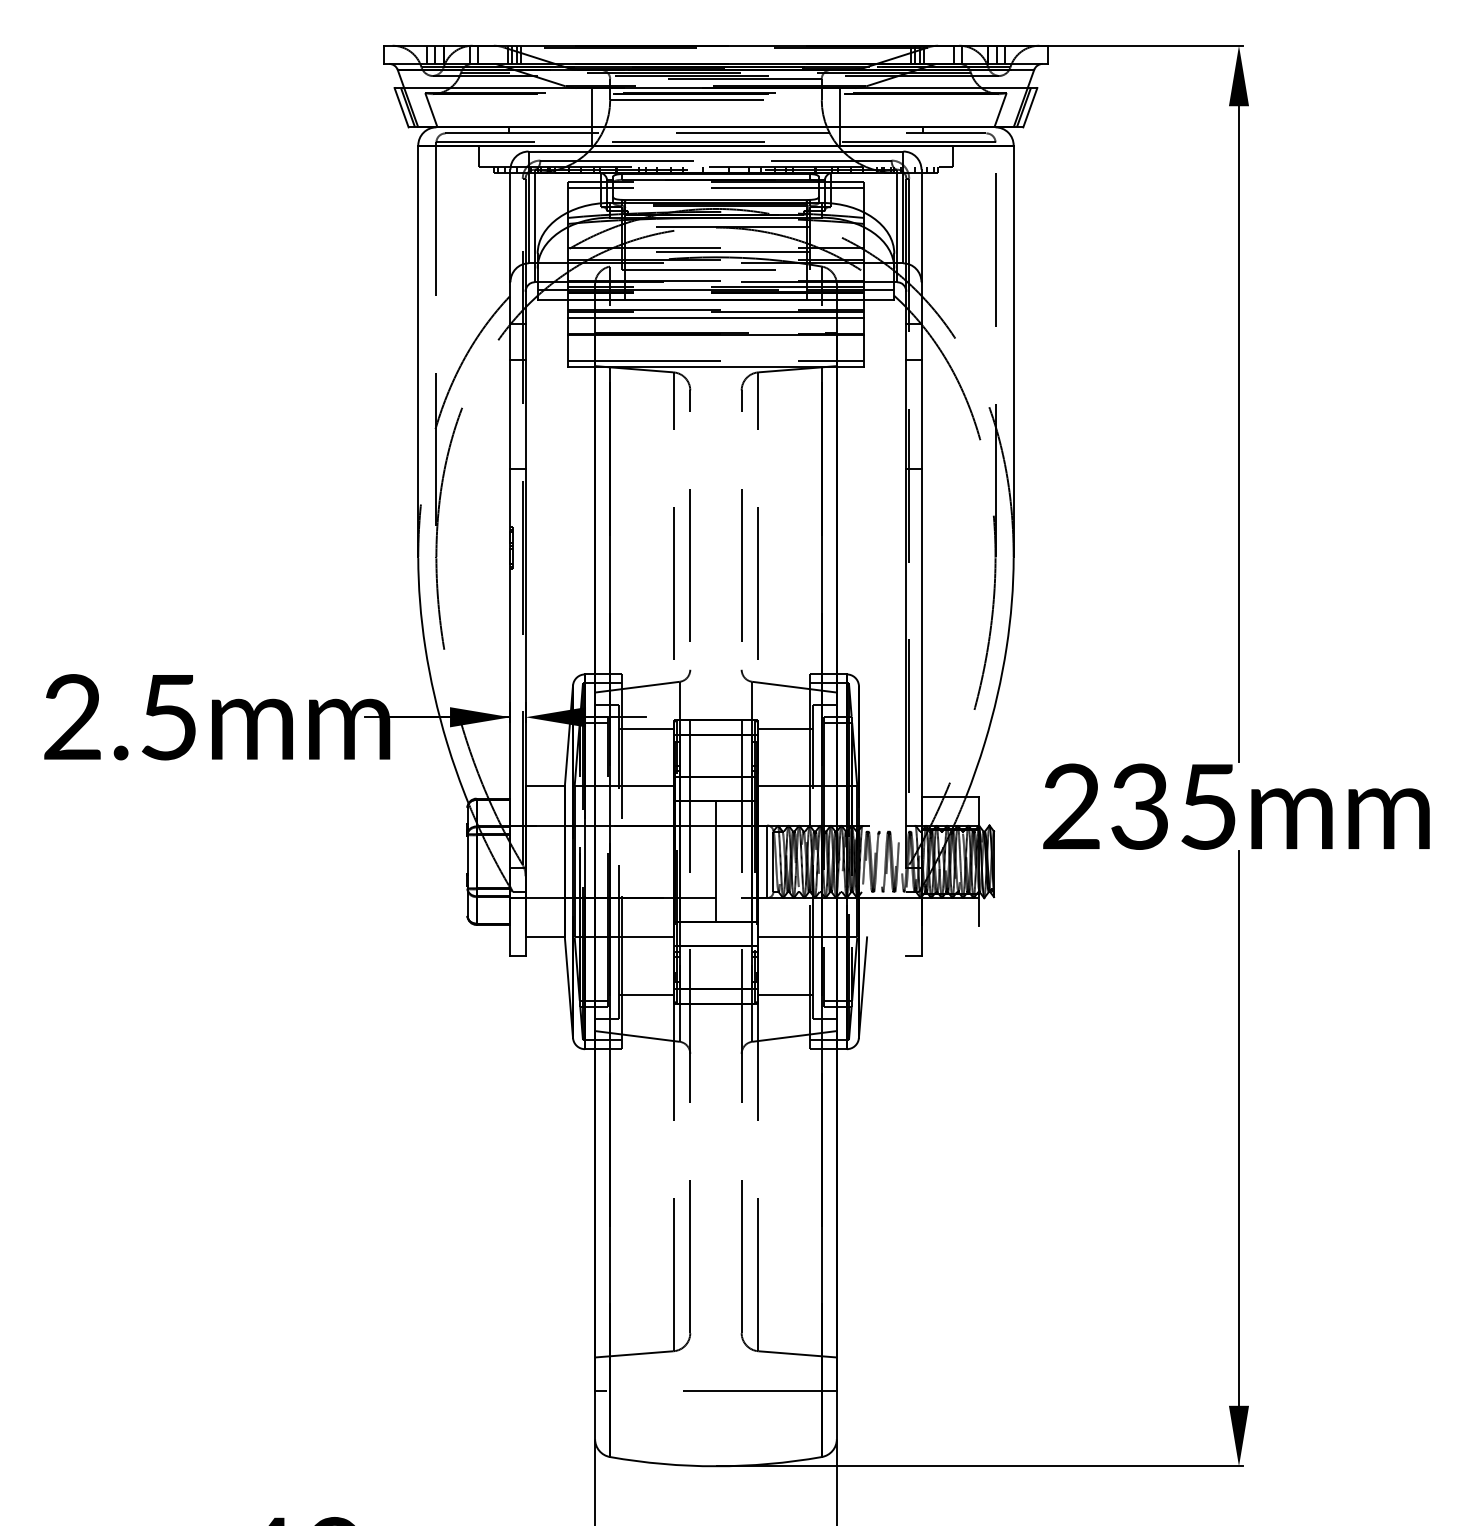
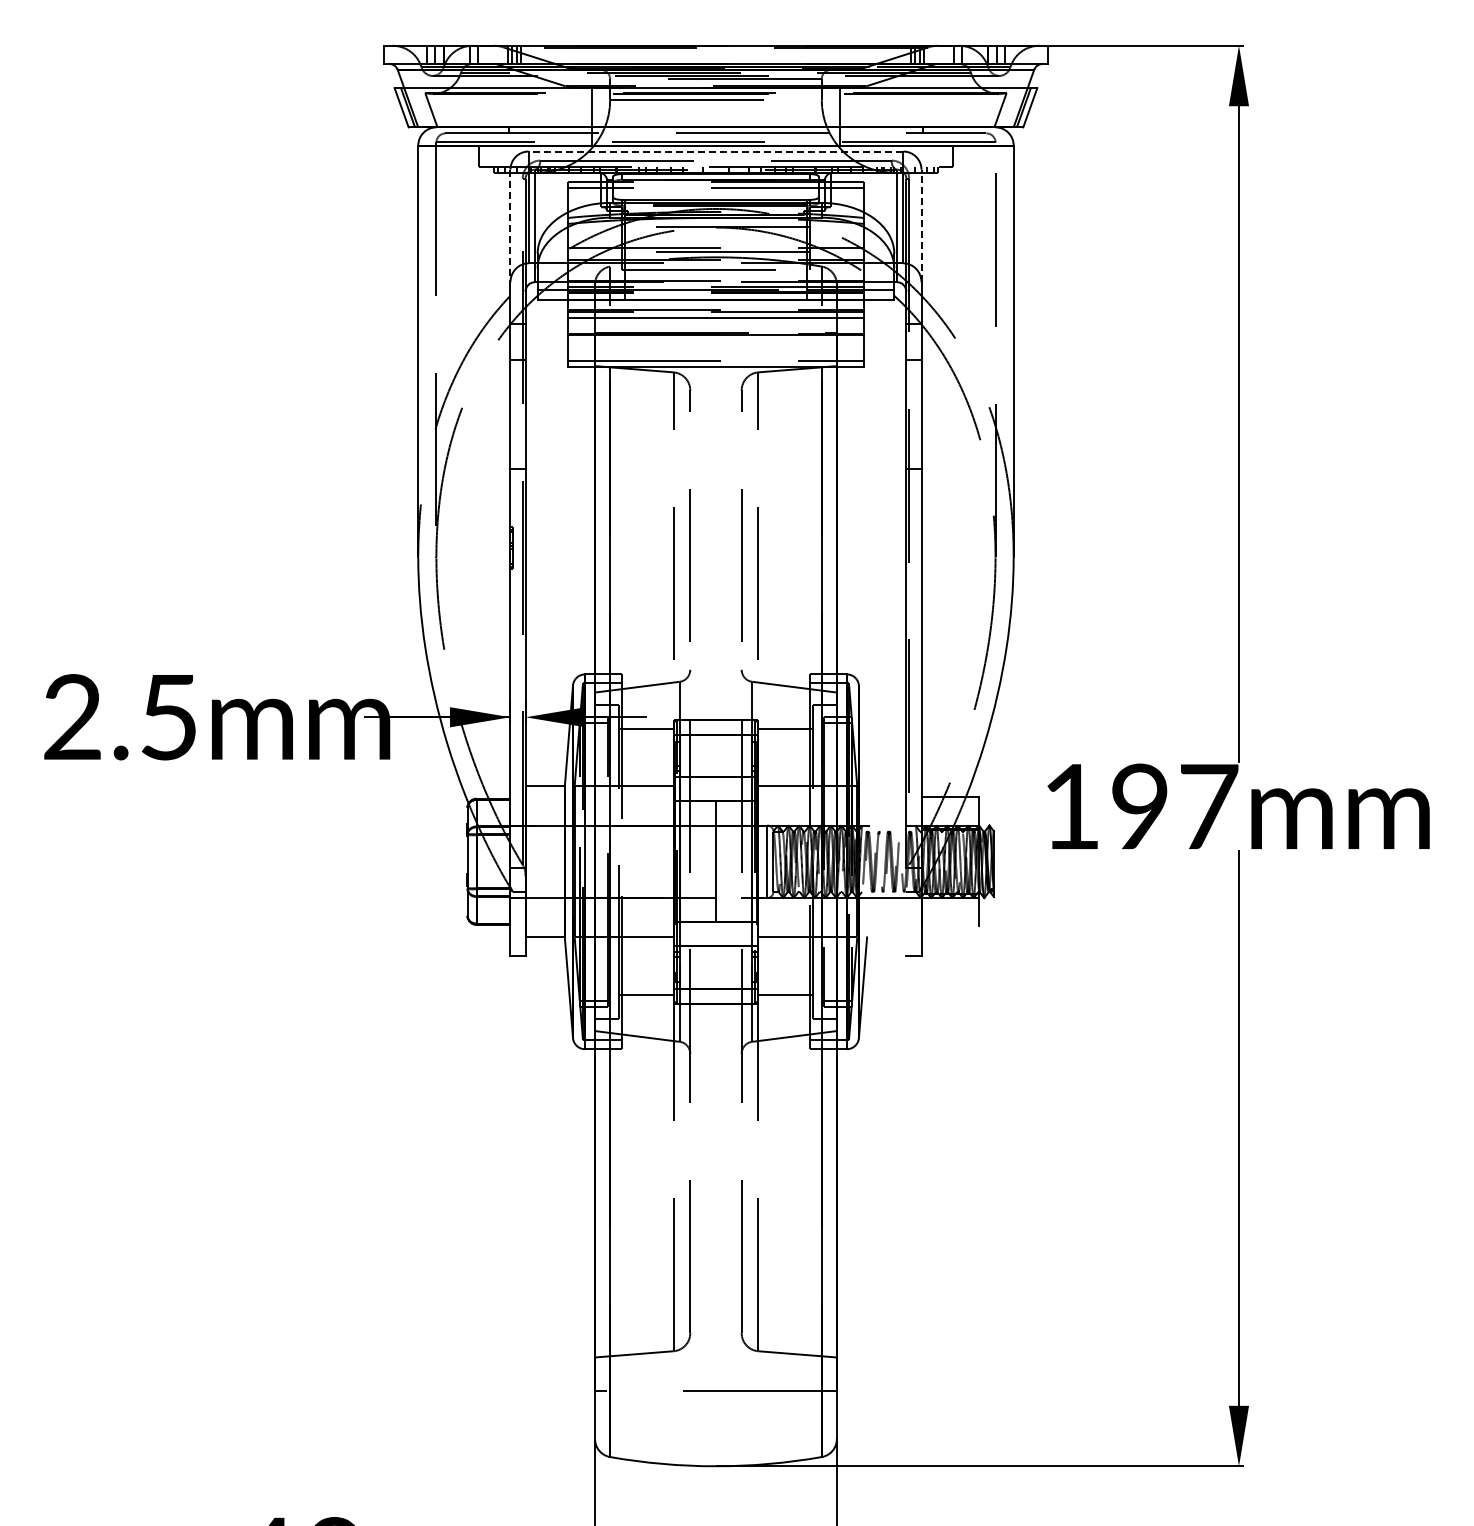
line at (715, 151): solid -> dashed
line at (921, 225): solid -> dashed
line at (510, 226): solid -> dashed
text at (1140, 806): 235mm -> 197mm
